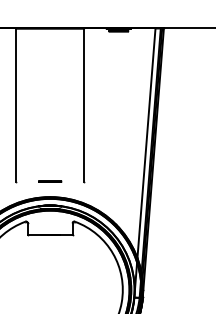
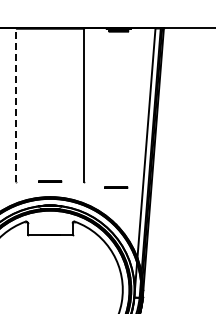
line at (16, 104): solid -> dashed
line at (116, 187): none -> present
